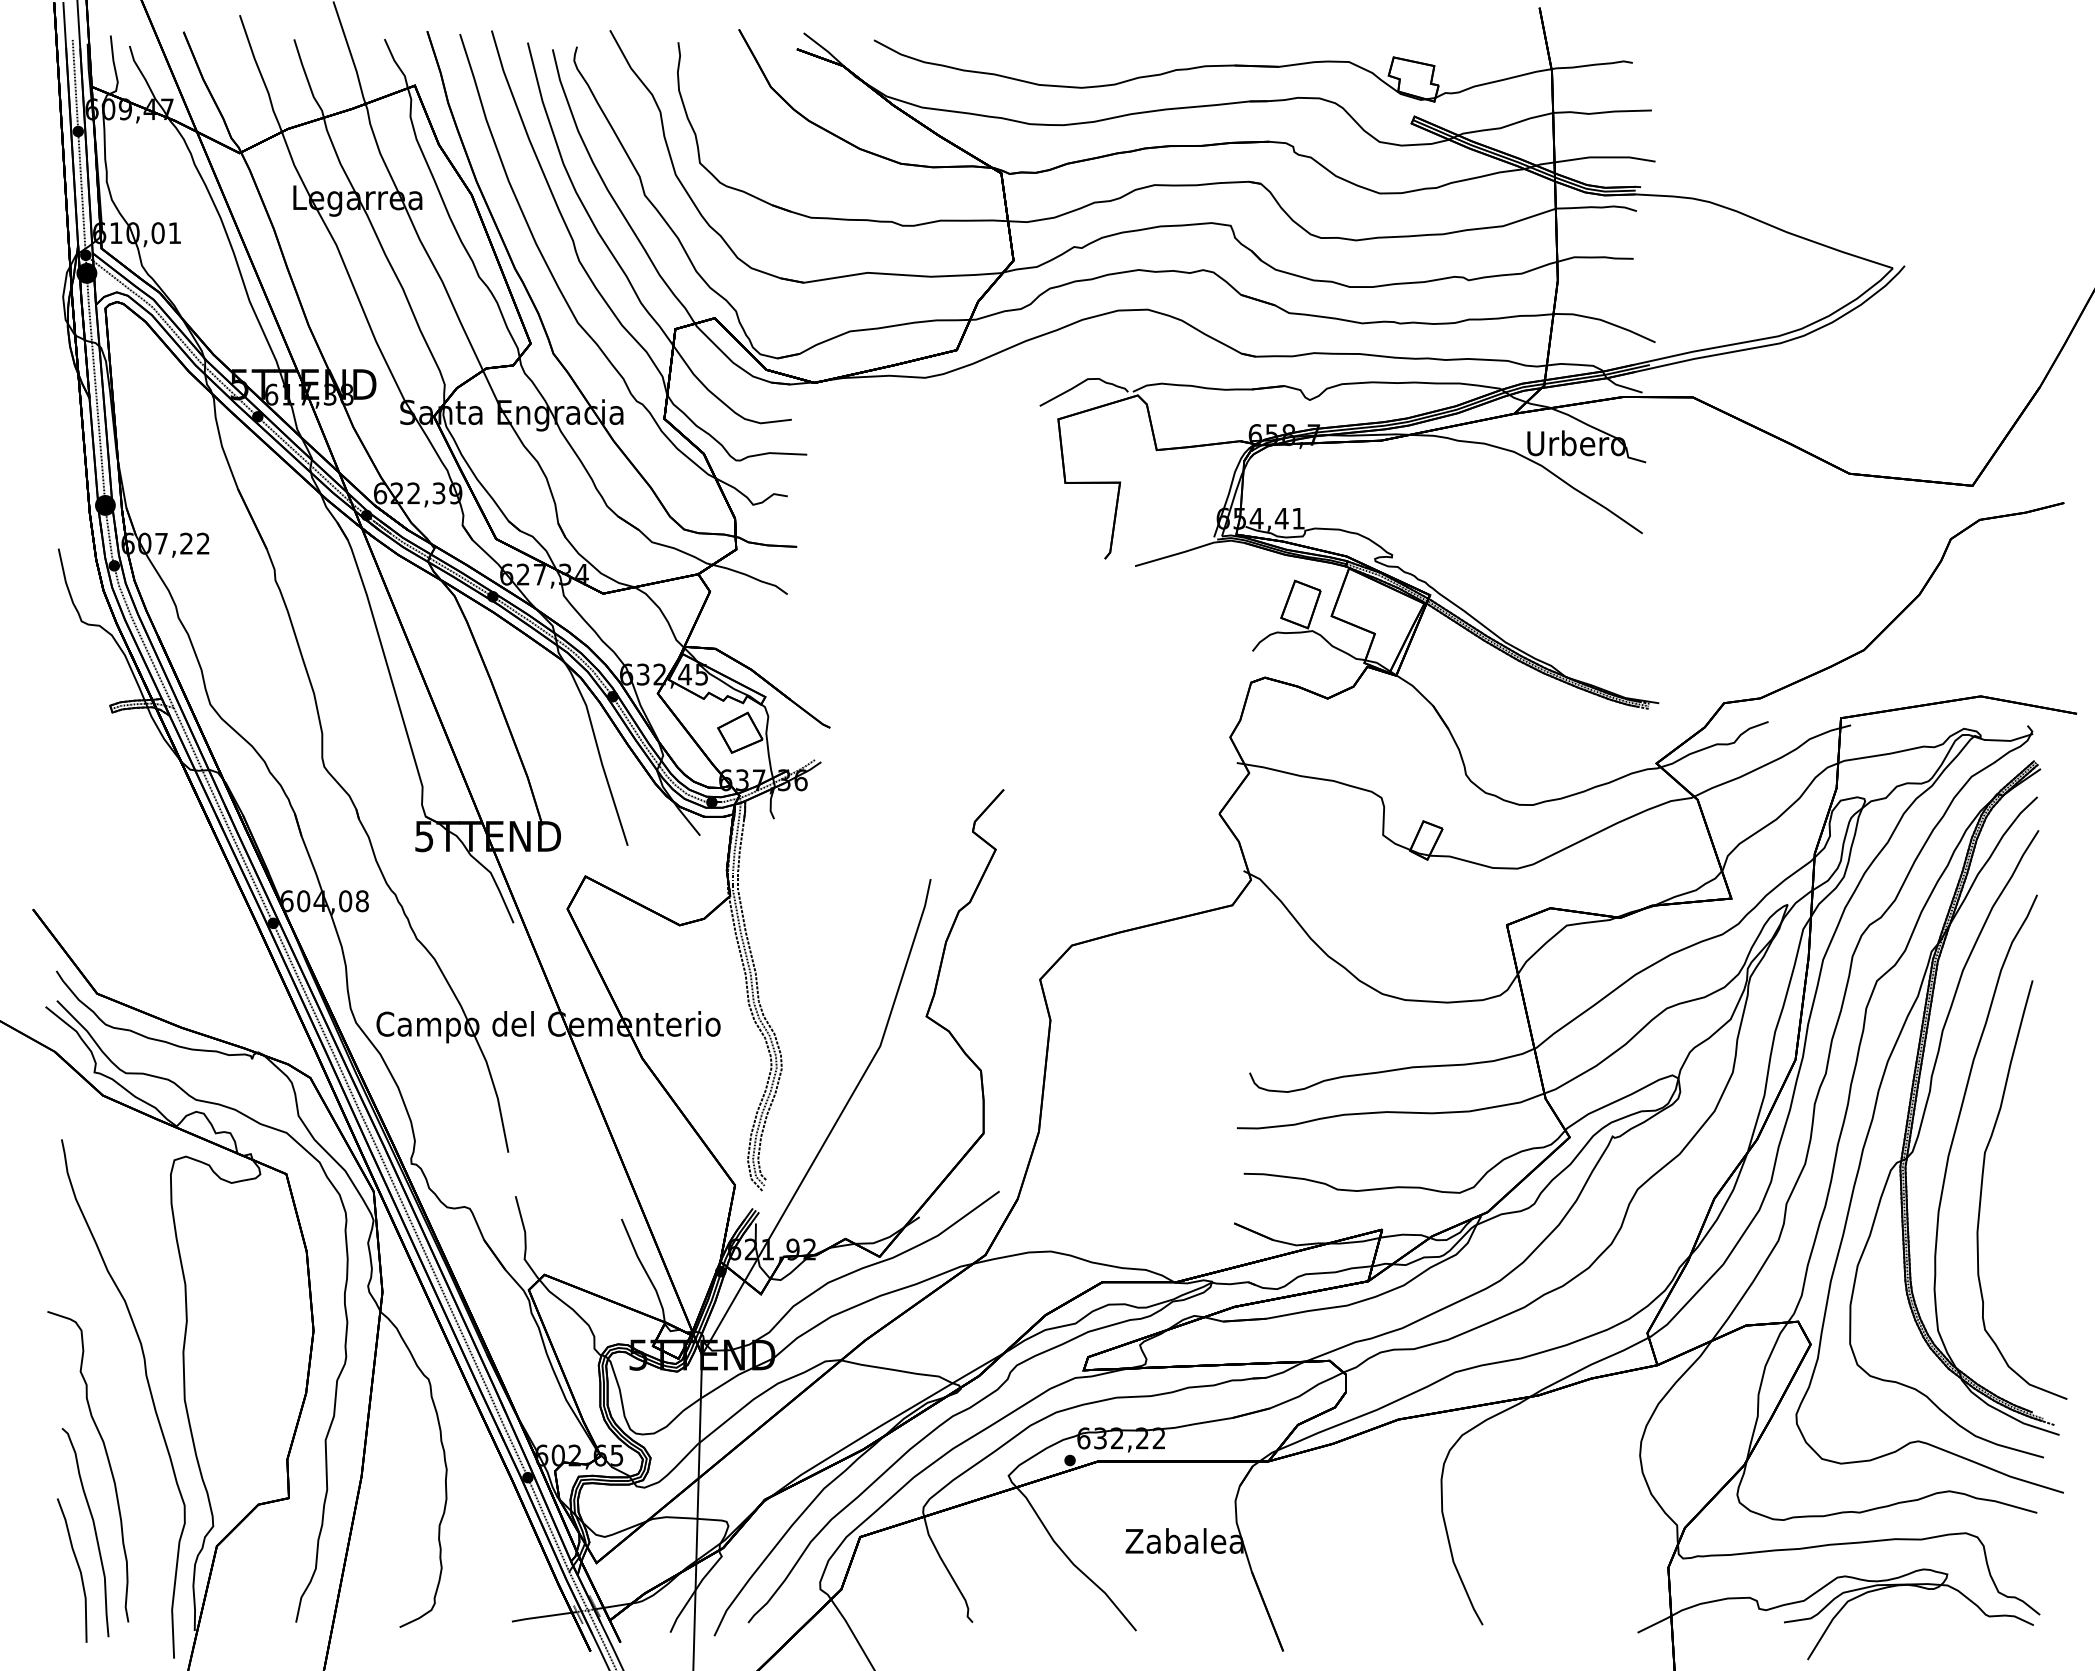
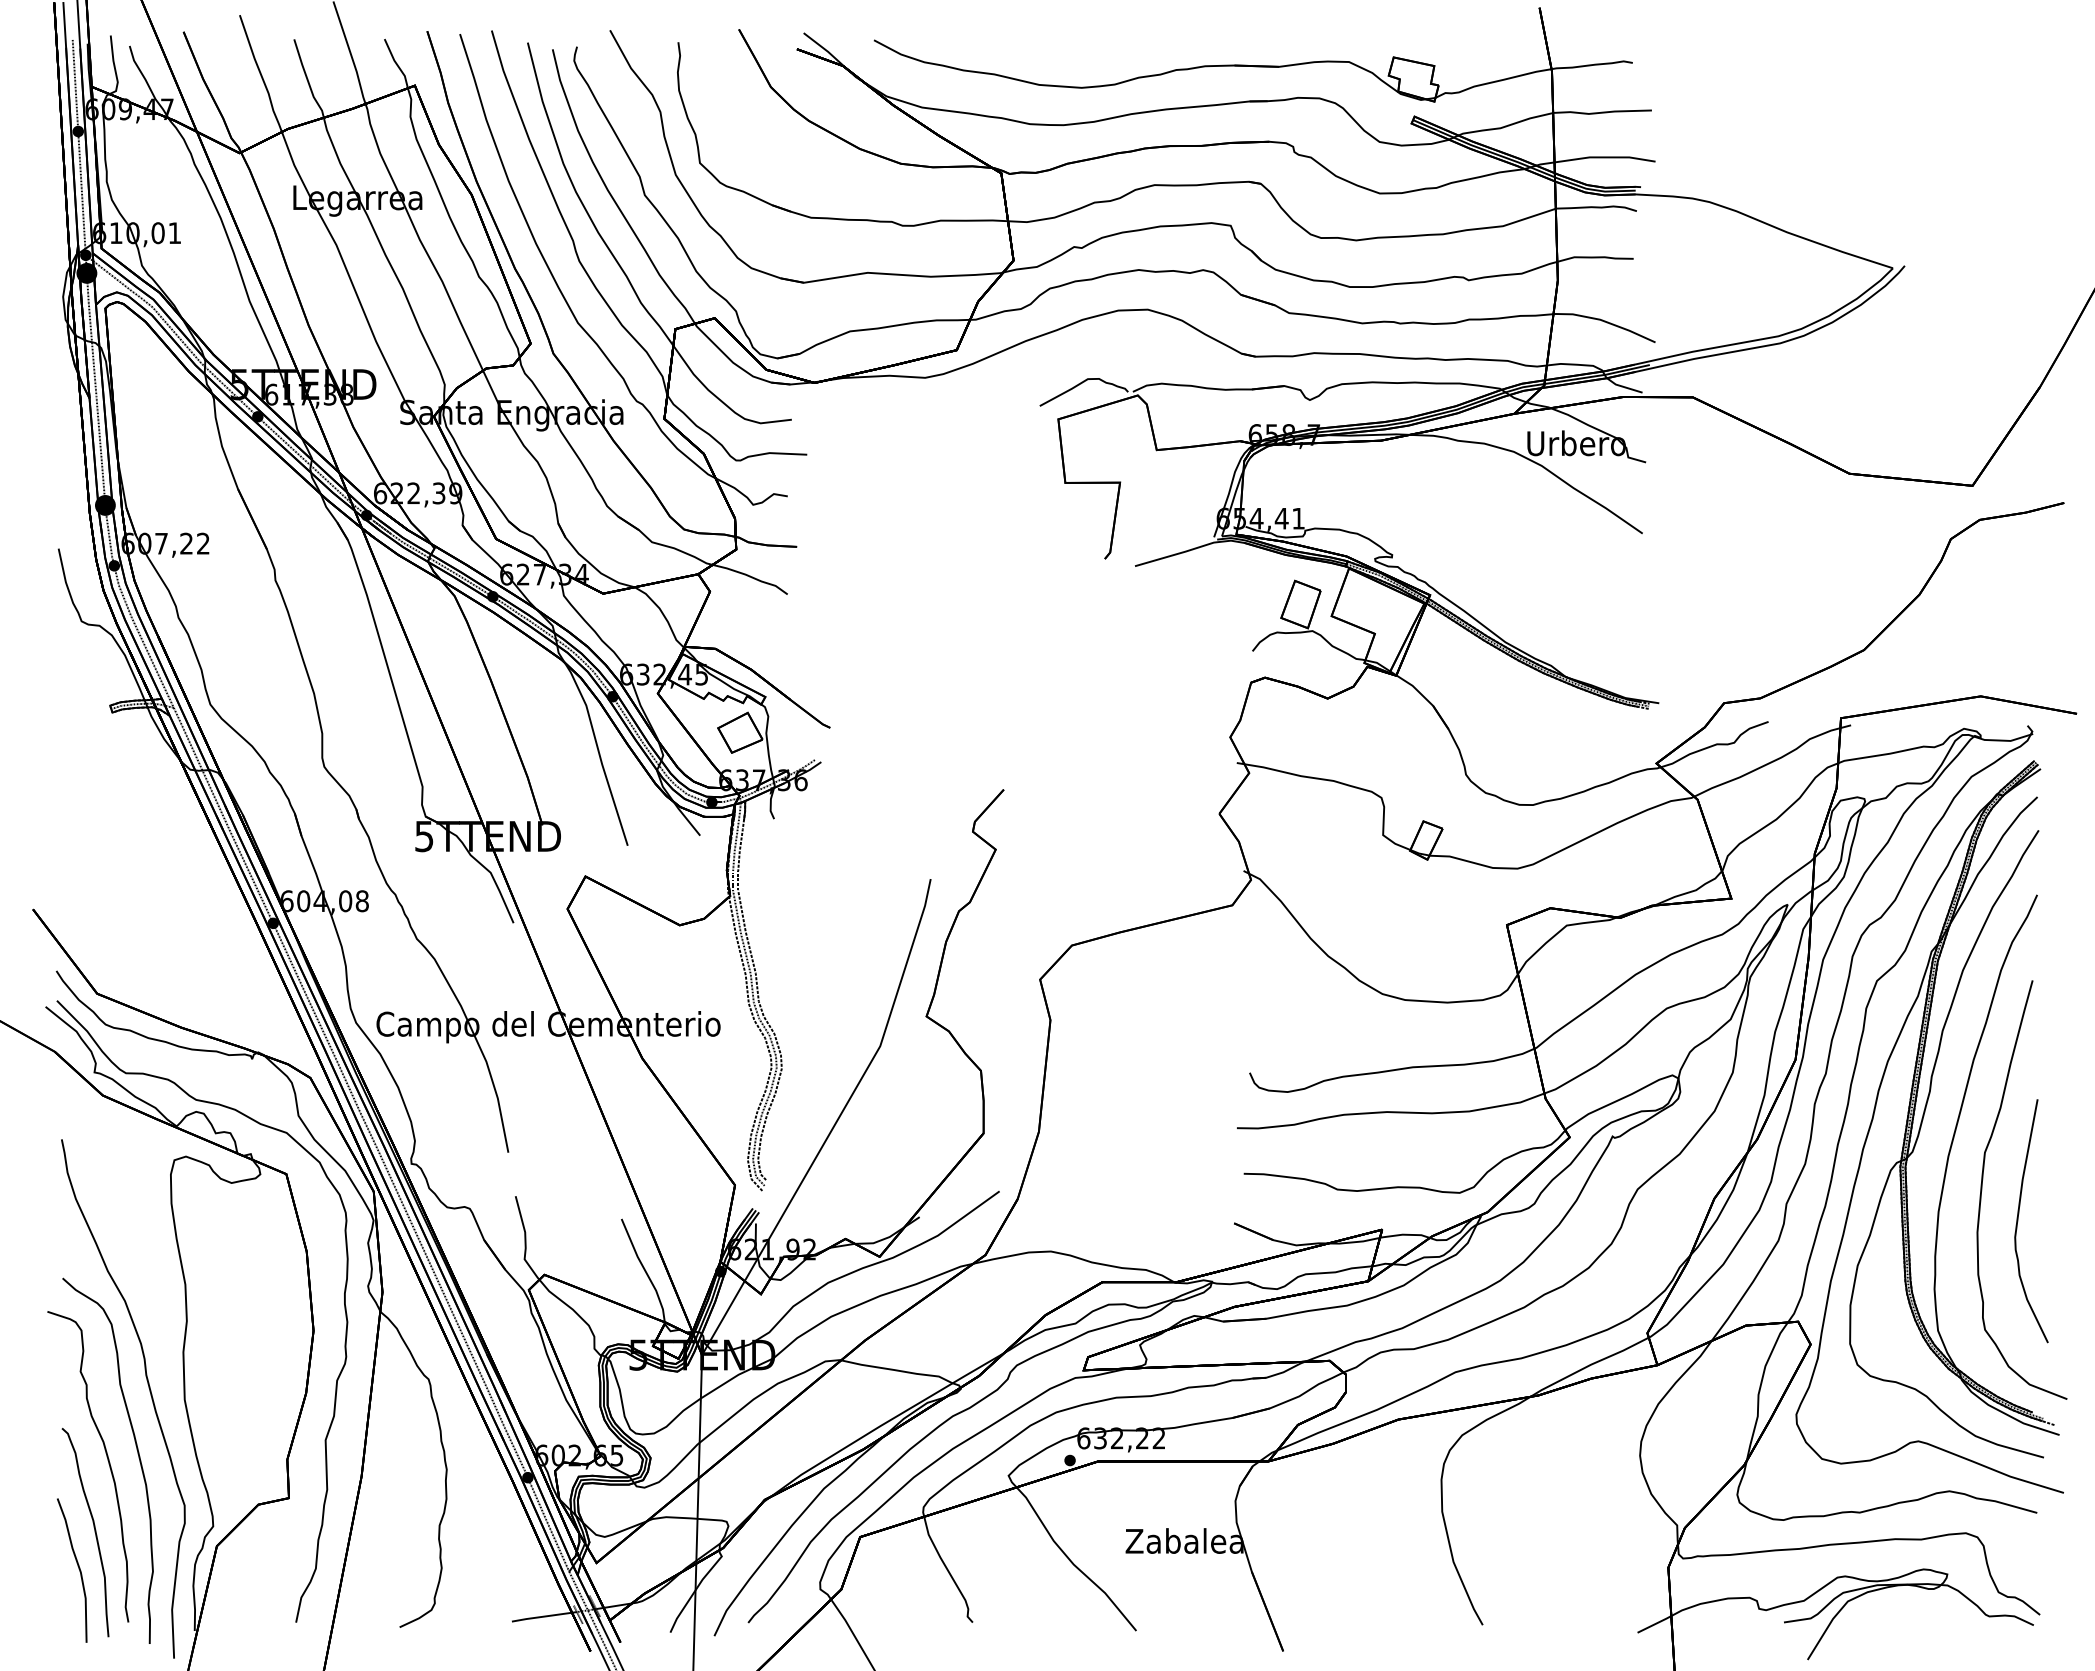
part at (2018, 1221): none -> present
curve at (137, 1454): none -> present
